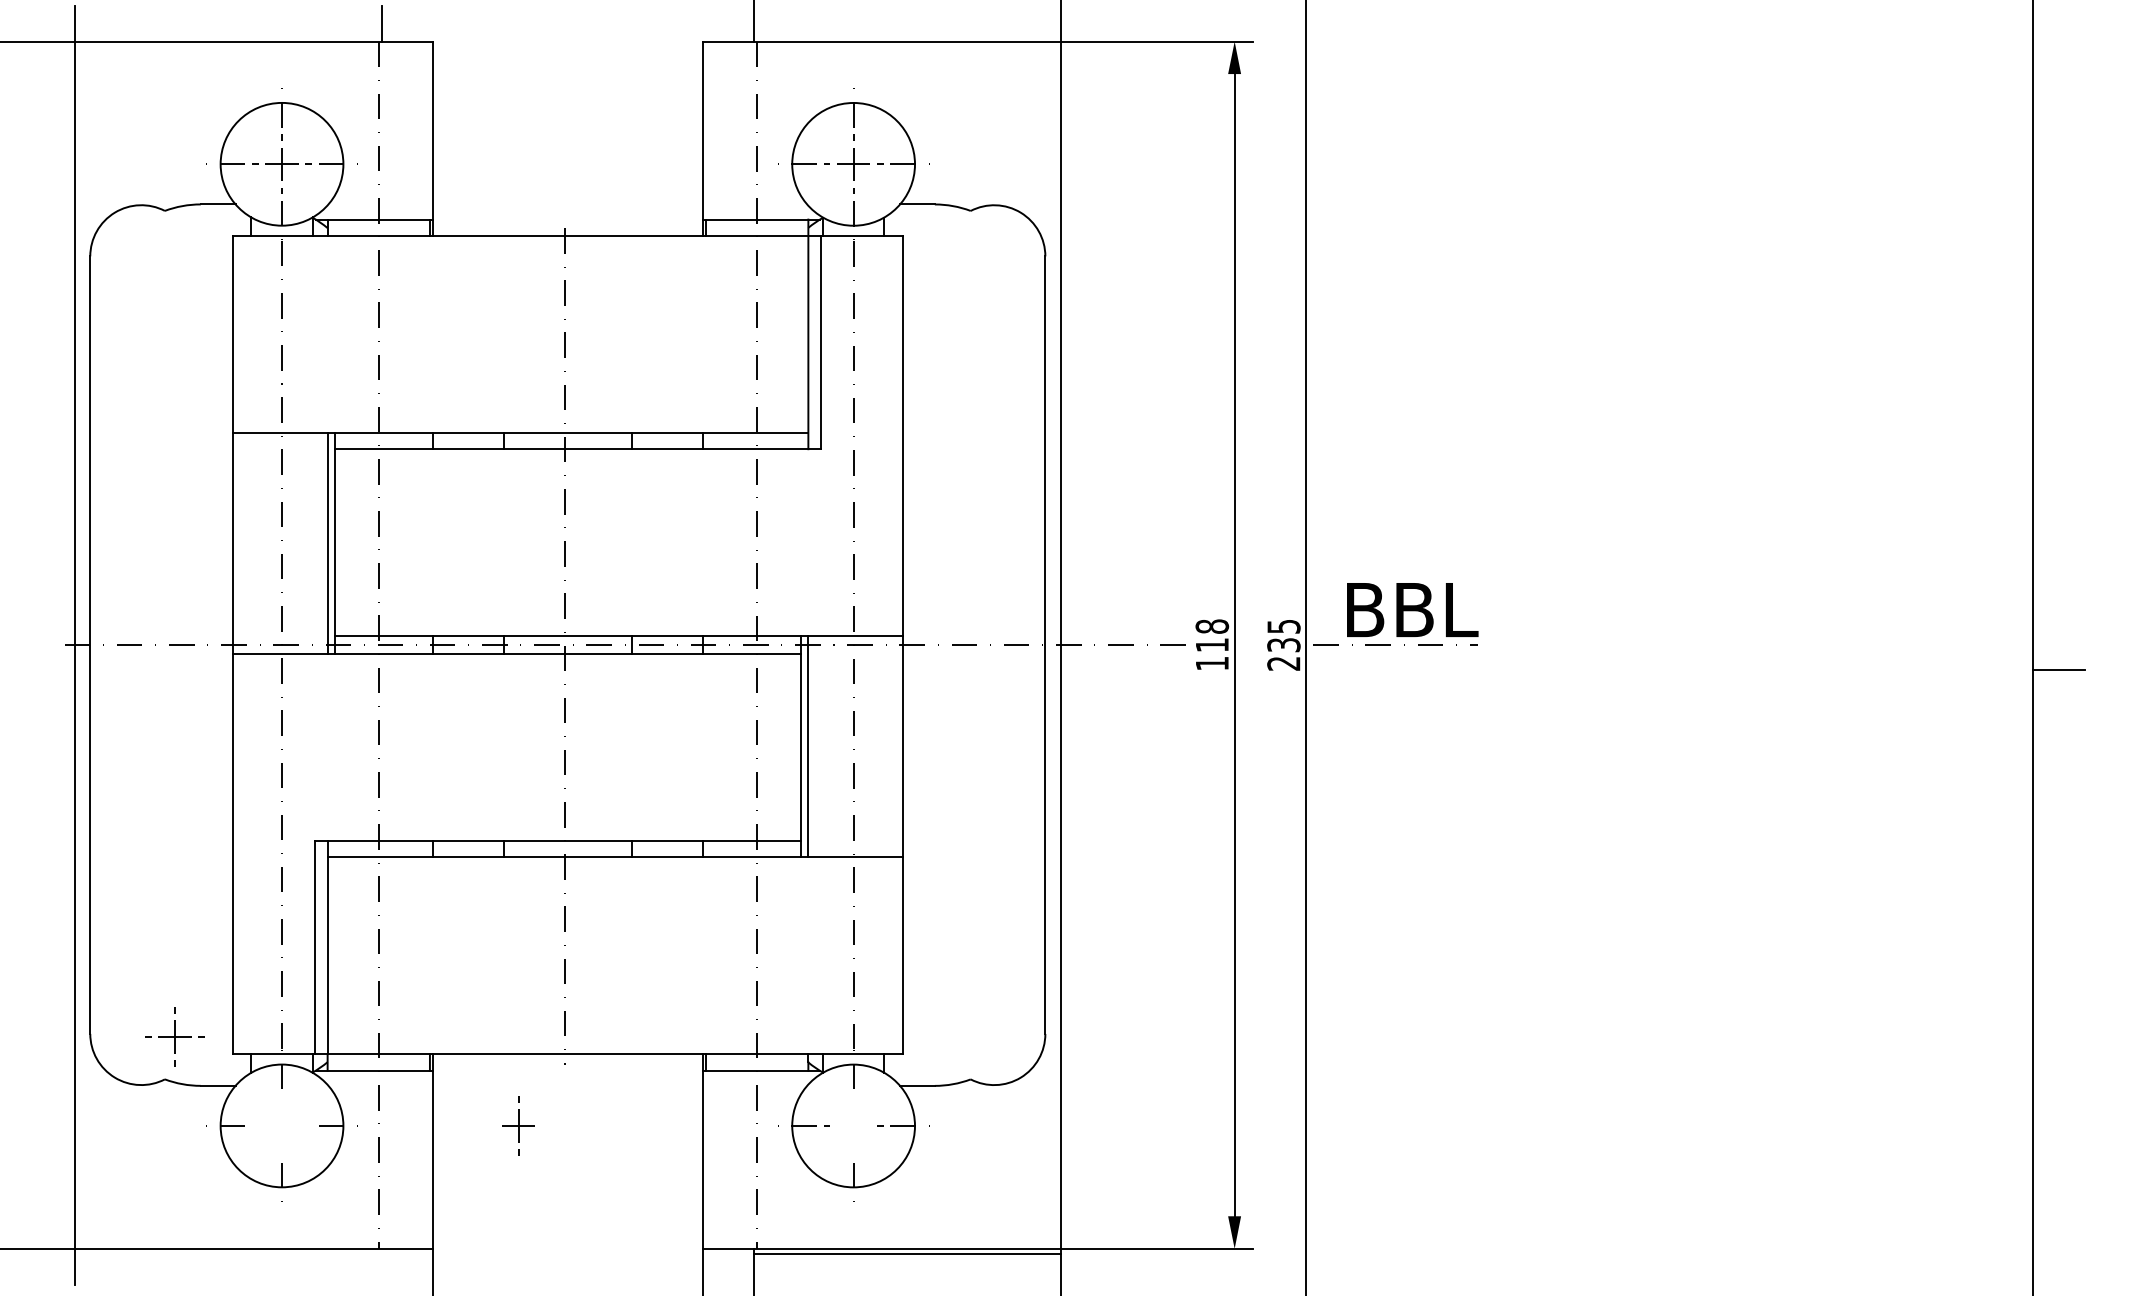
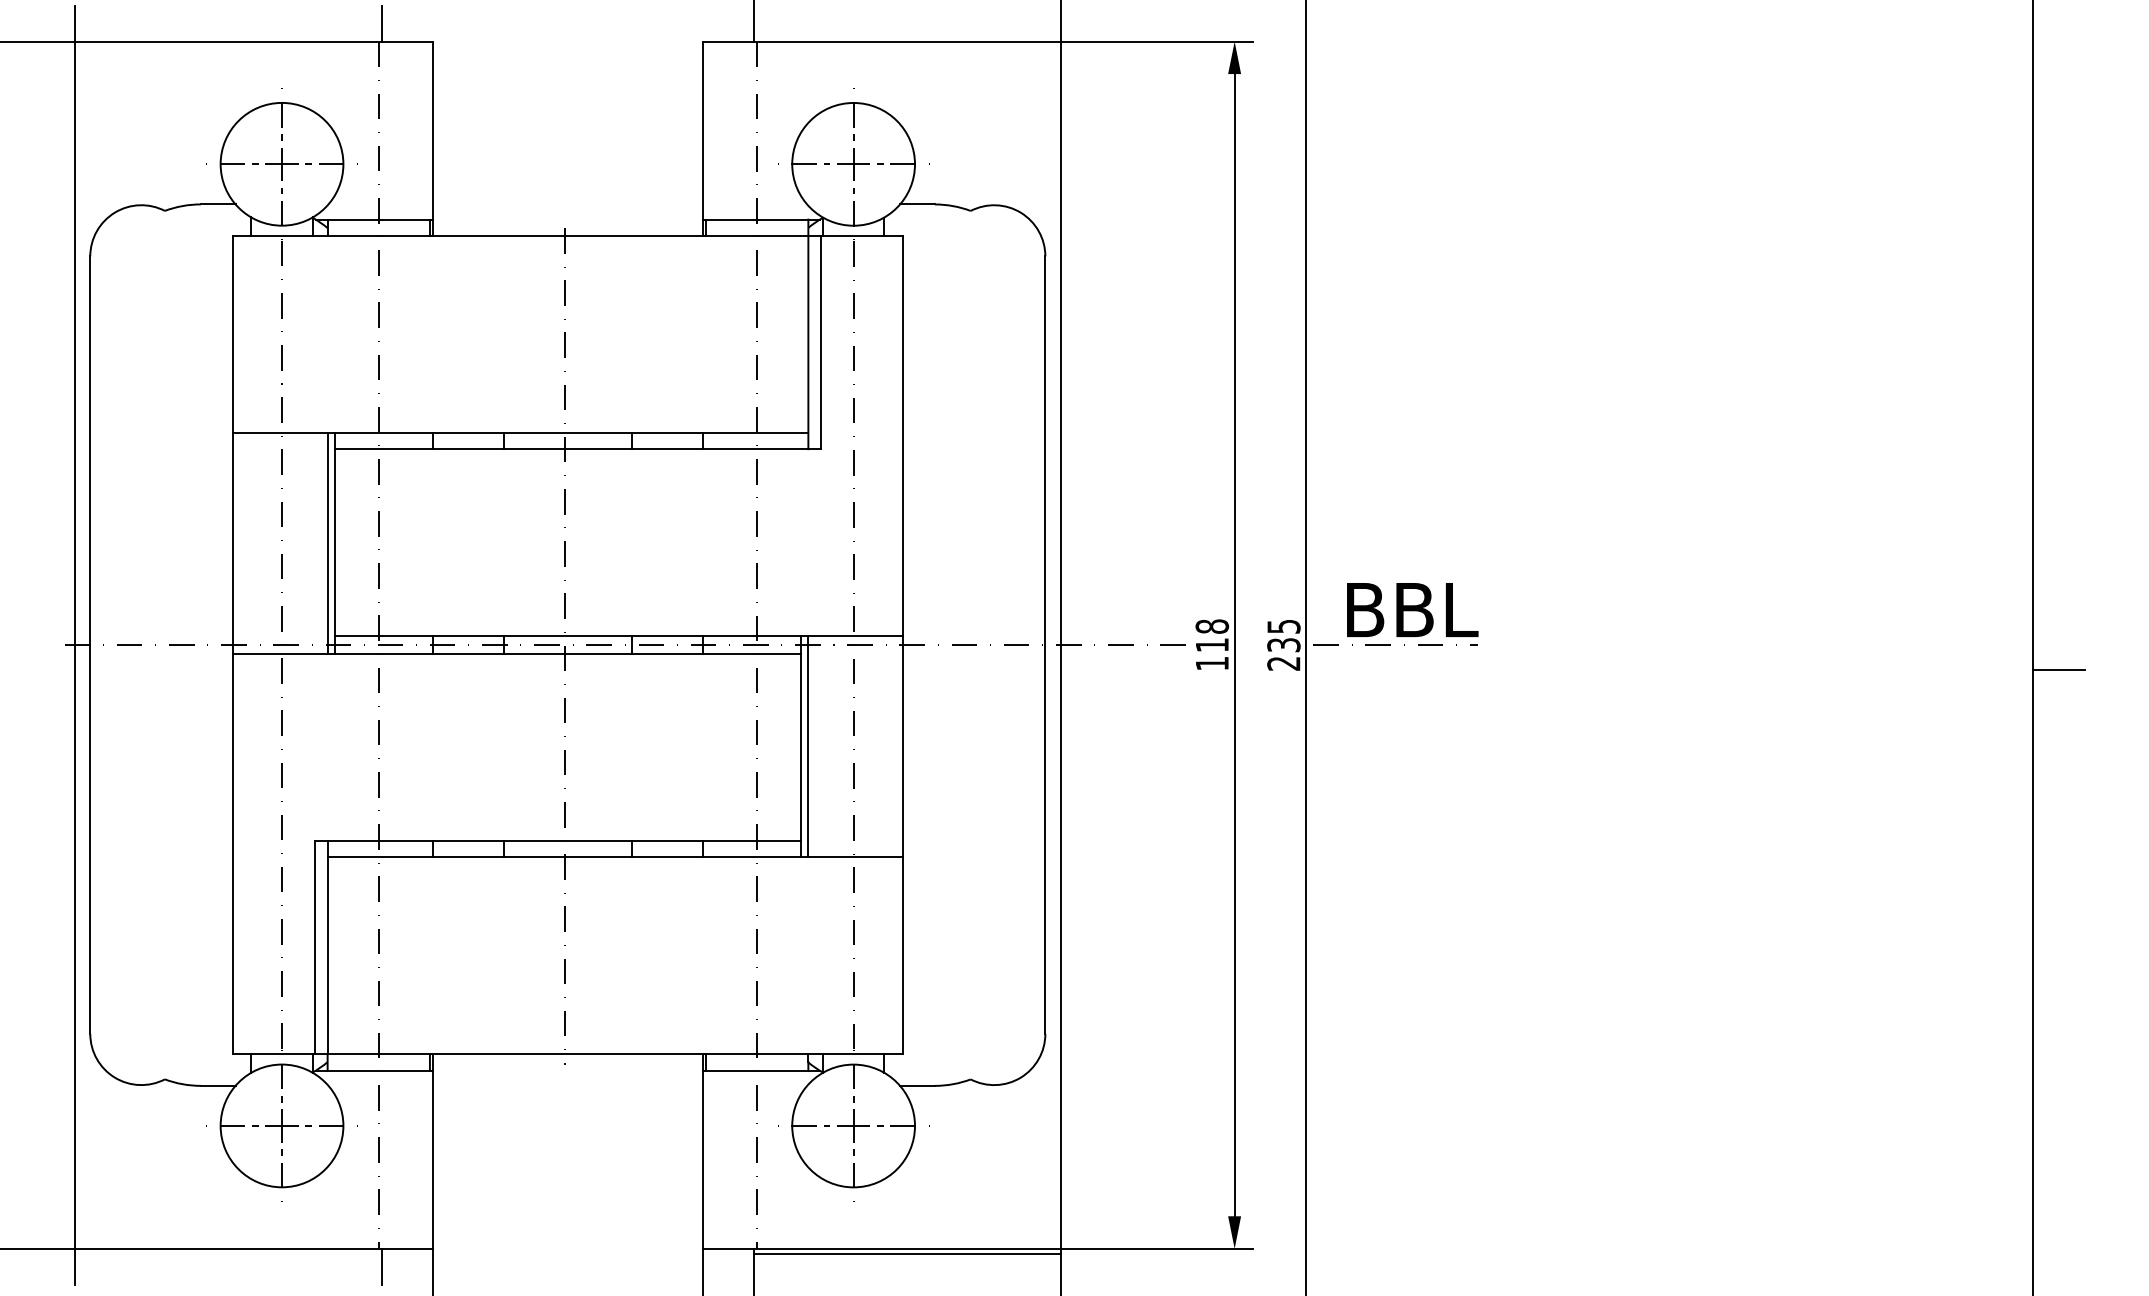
part at (174, 1036) position: (174, 1036) -> (281, 1125)
part at (518, 1125) position: (518, 1125) -> (853, 1125)
line at (381, 1266): none -> present
